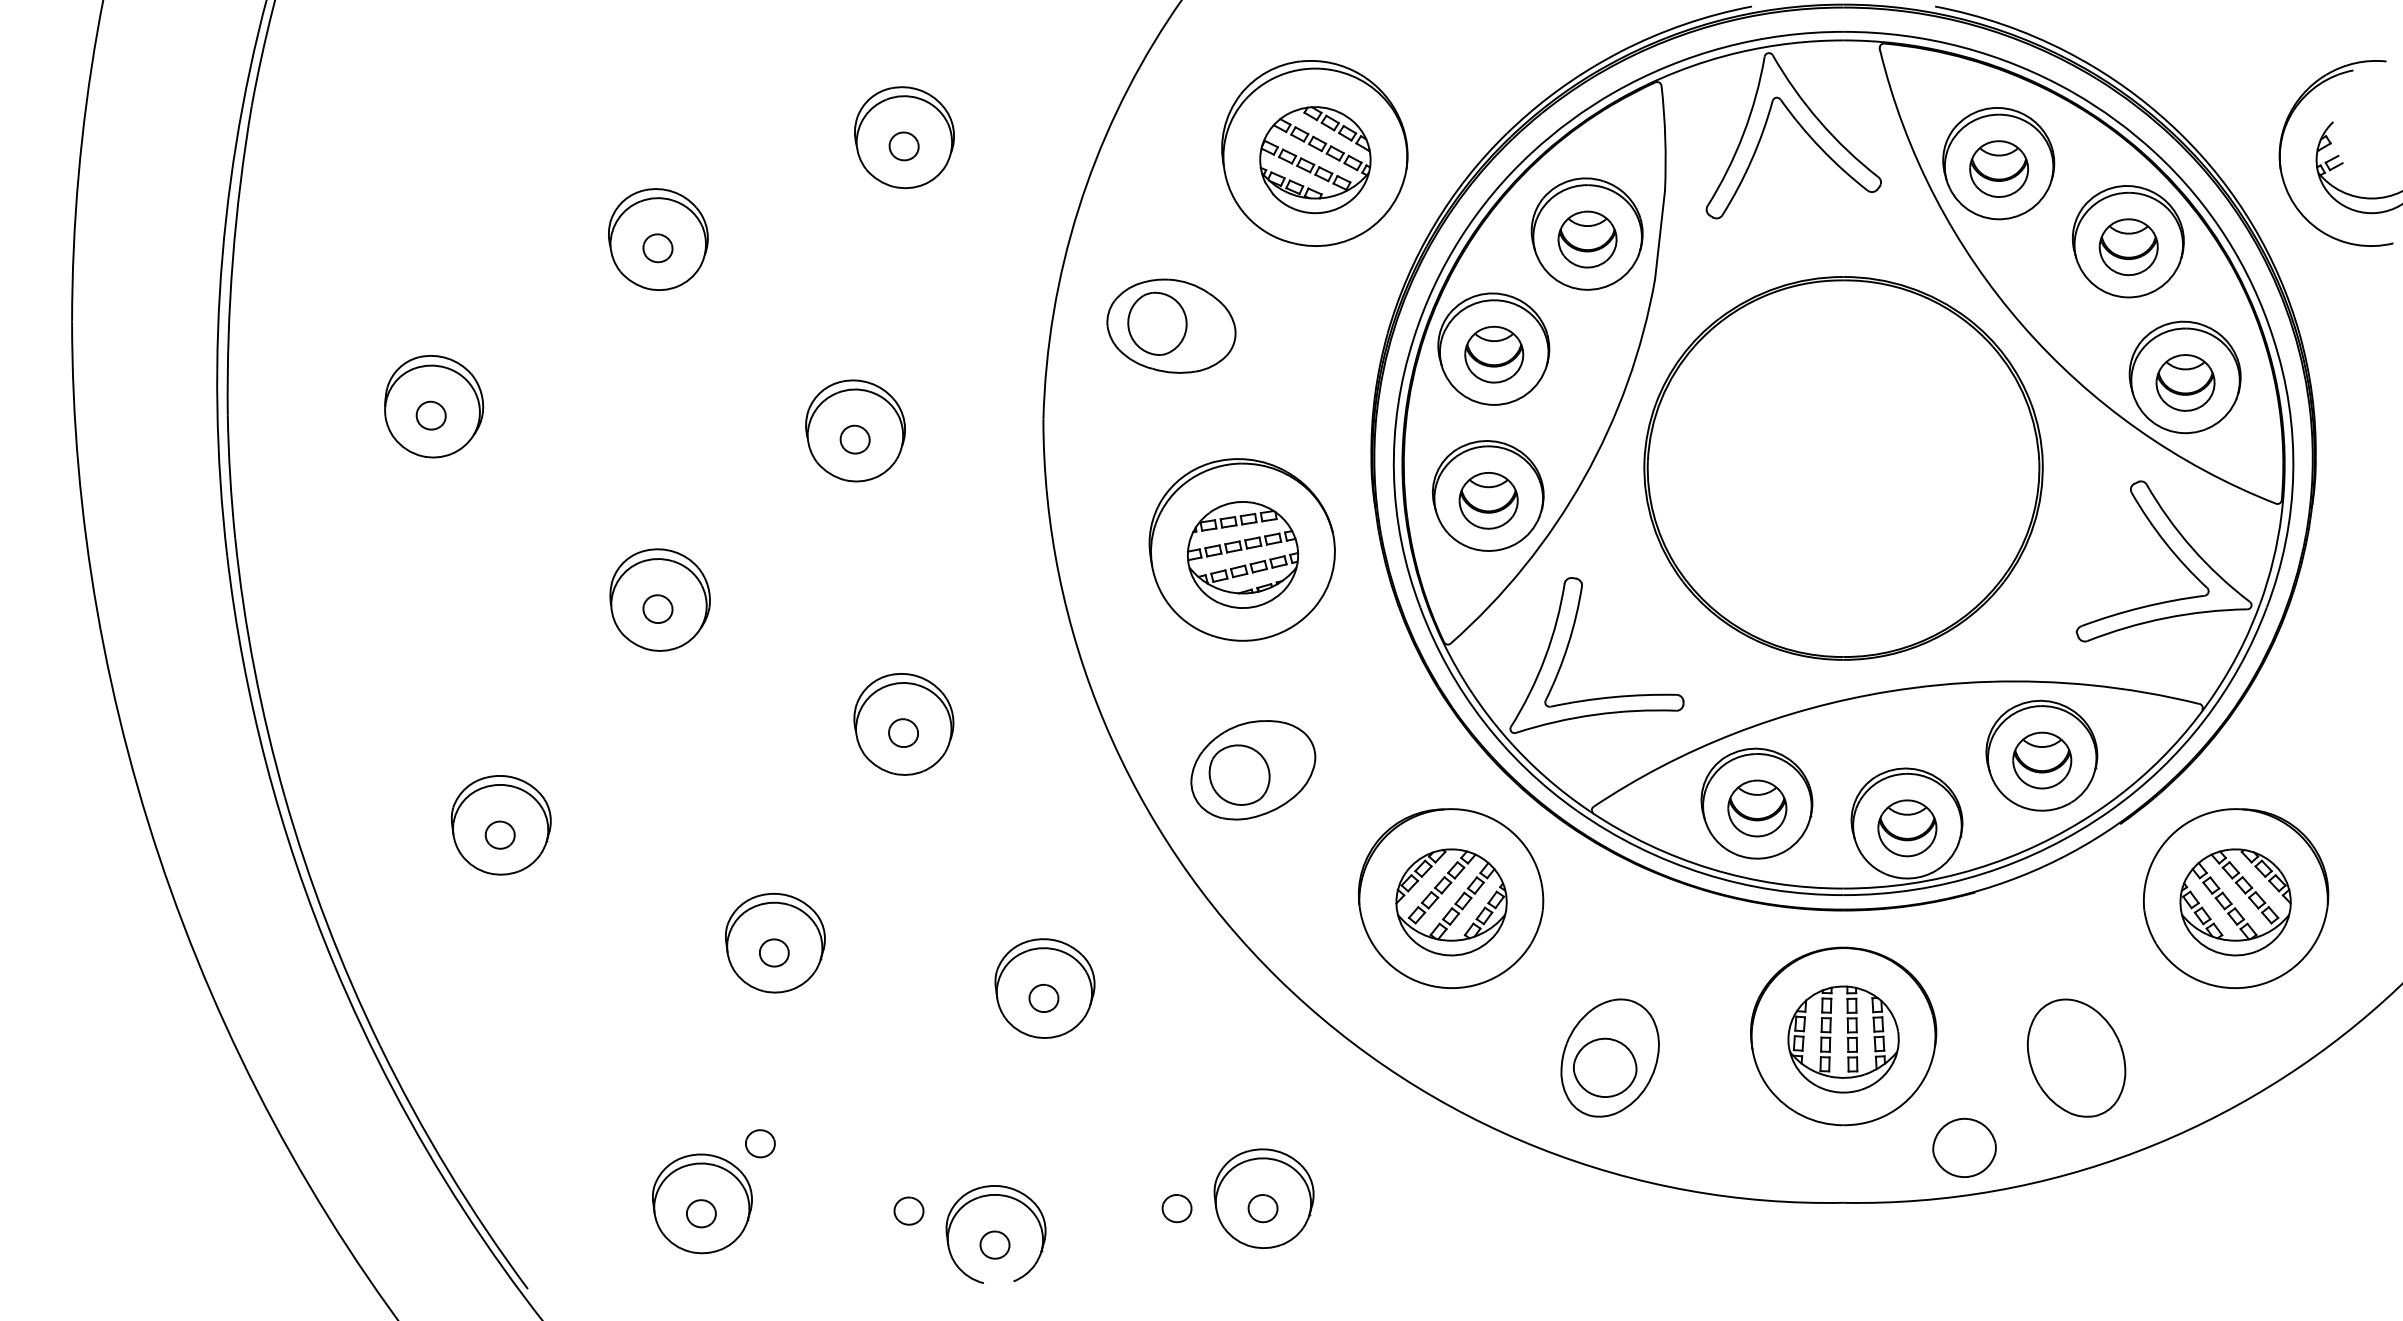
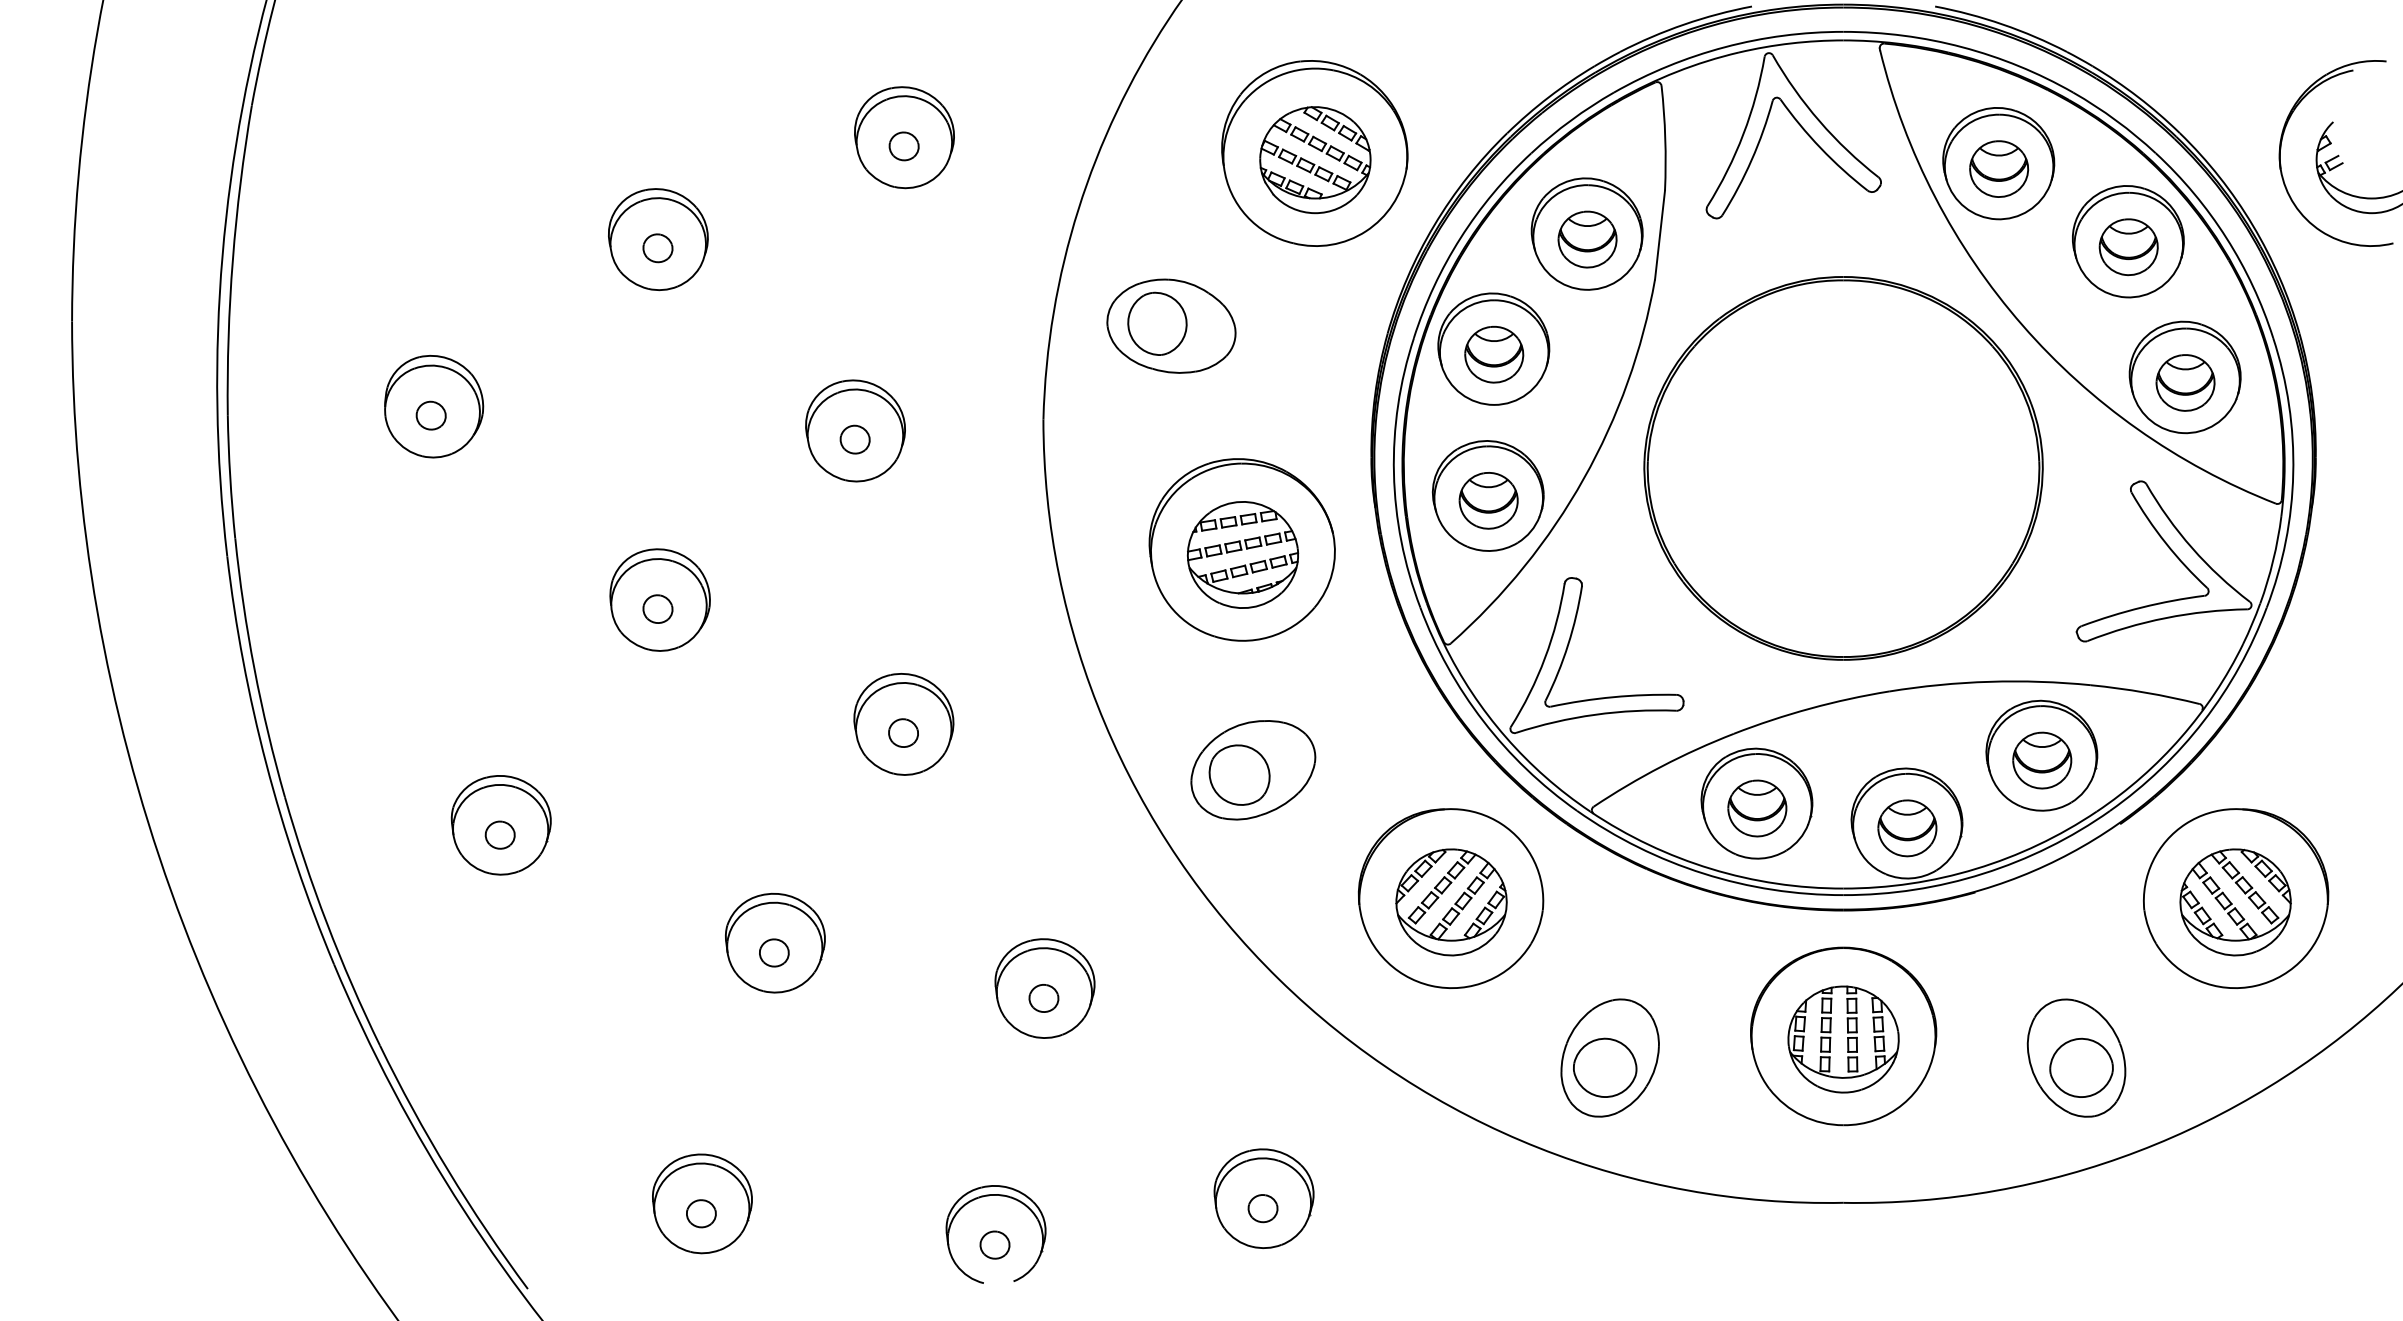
part at (760, 1143): present -> none
part at (1964, 1147) position: (1964, 1147) -> (2081, 1067)
part at (1176, 1208): present -> none
part at (908, 1210): present -> none
